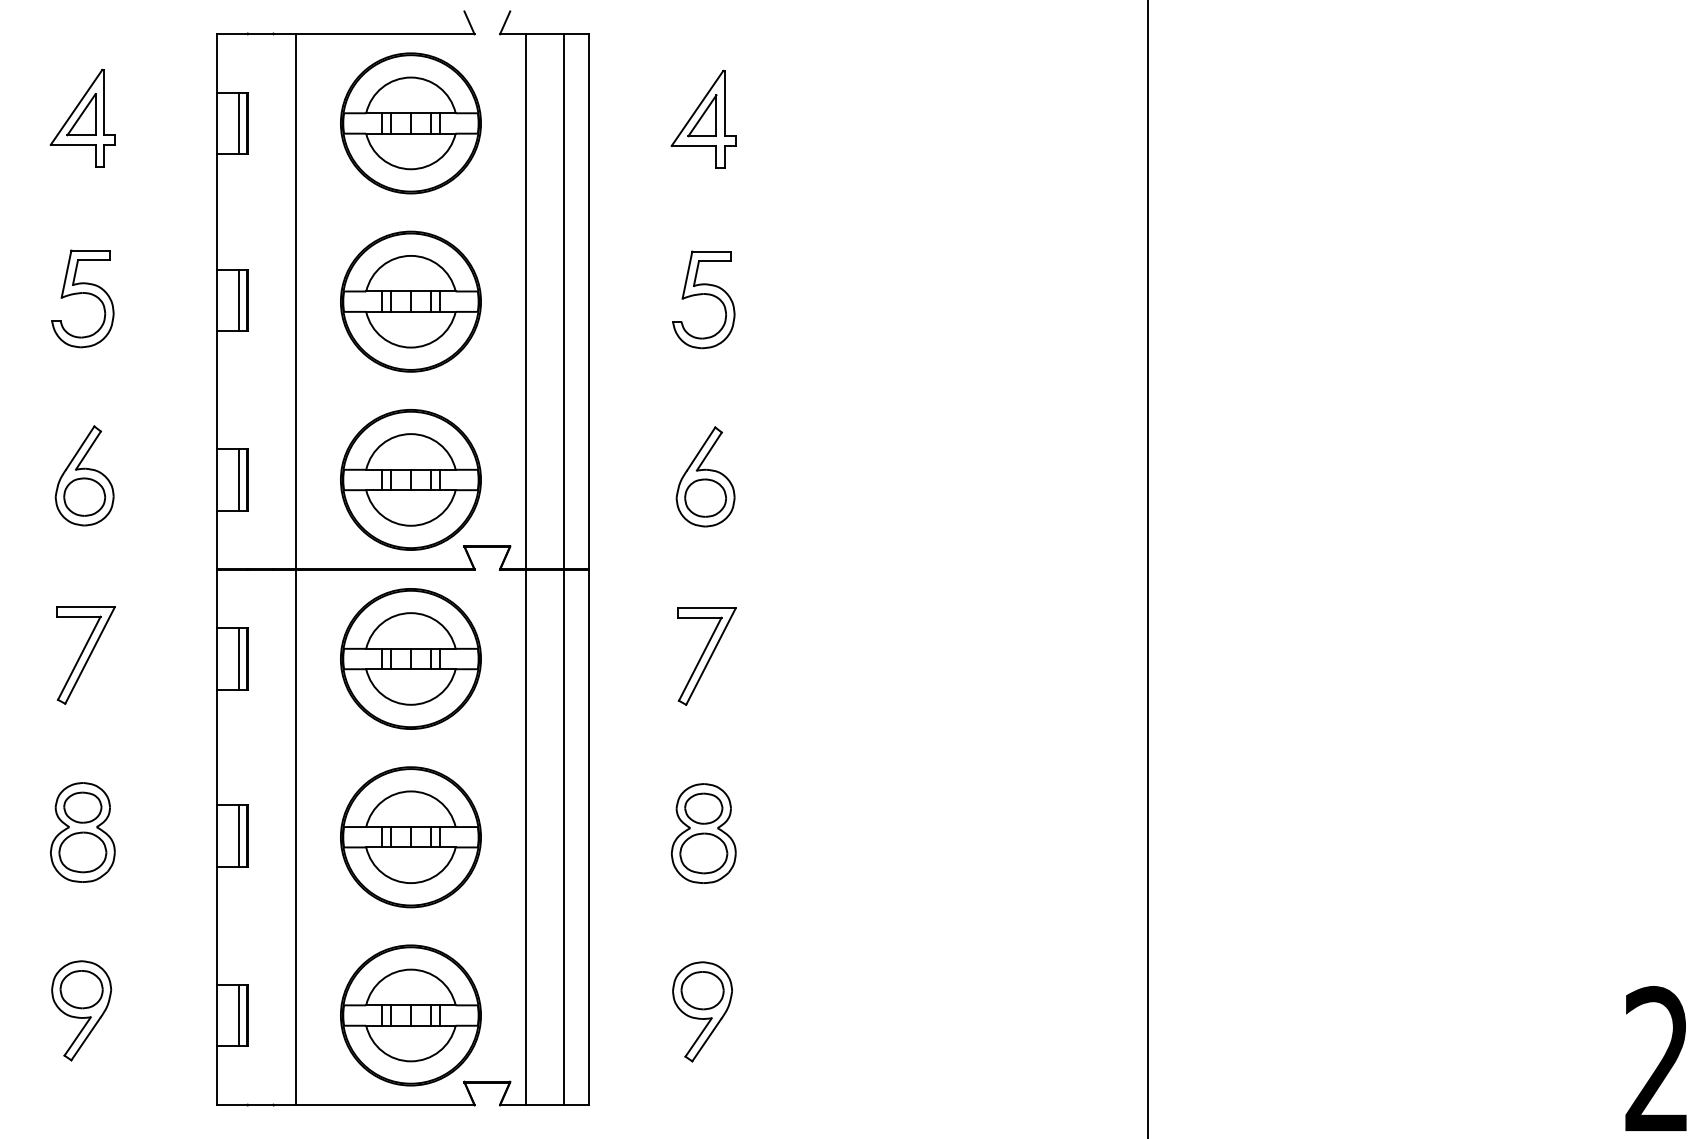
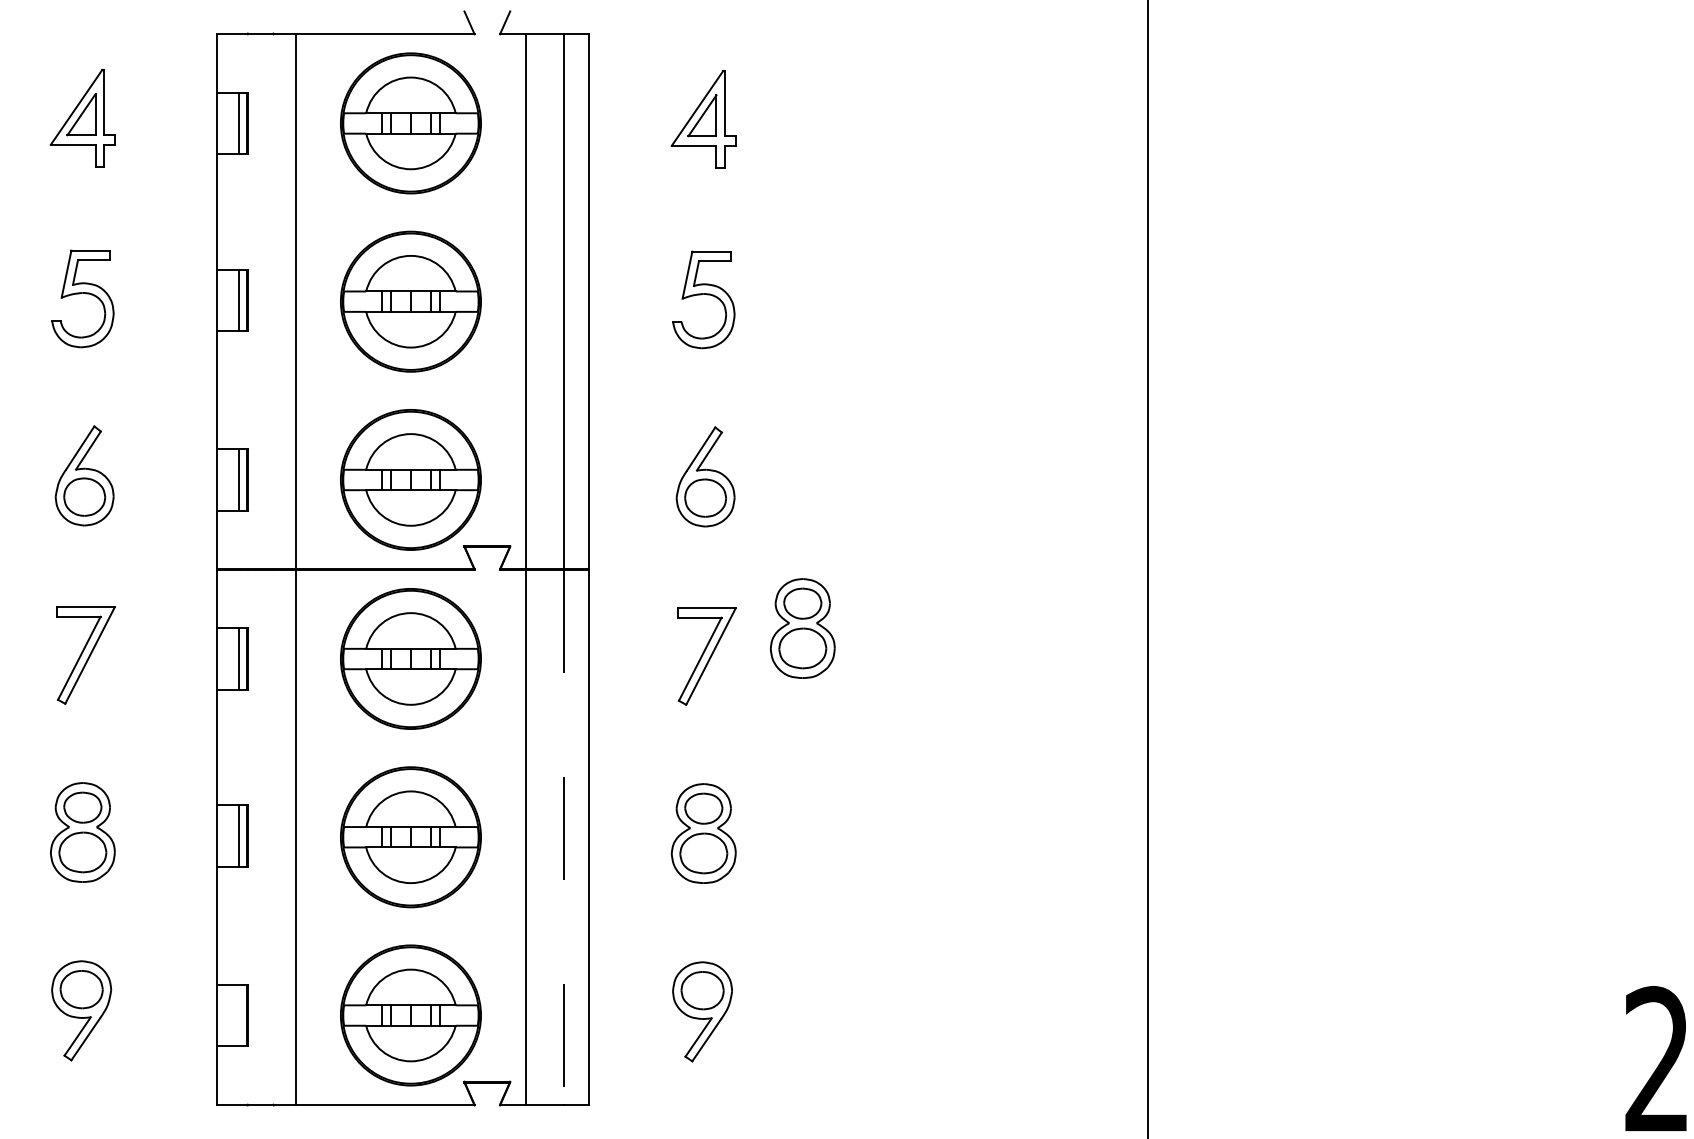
part at (802, 628): none -> present
line at (563, 837): solid -> dashed
line at (238, 1015): present -> none
